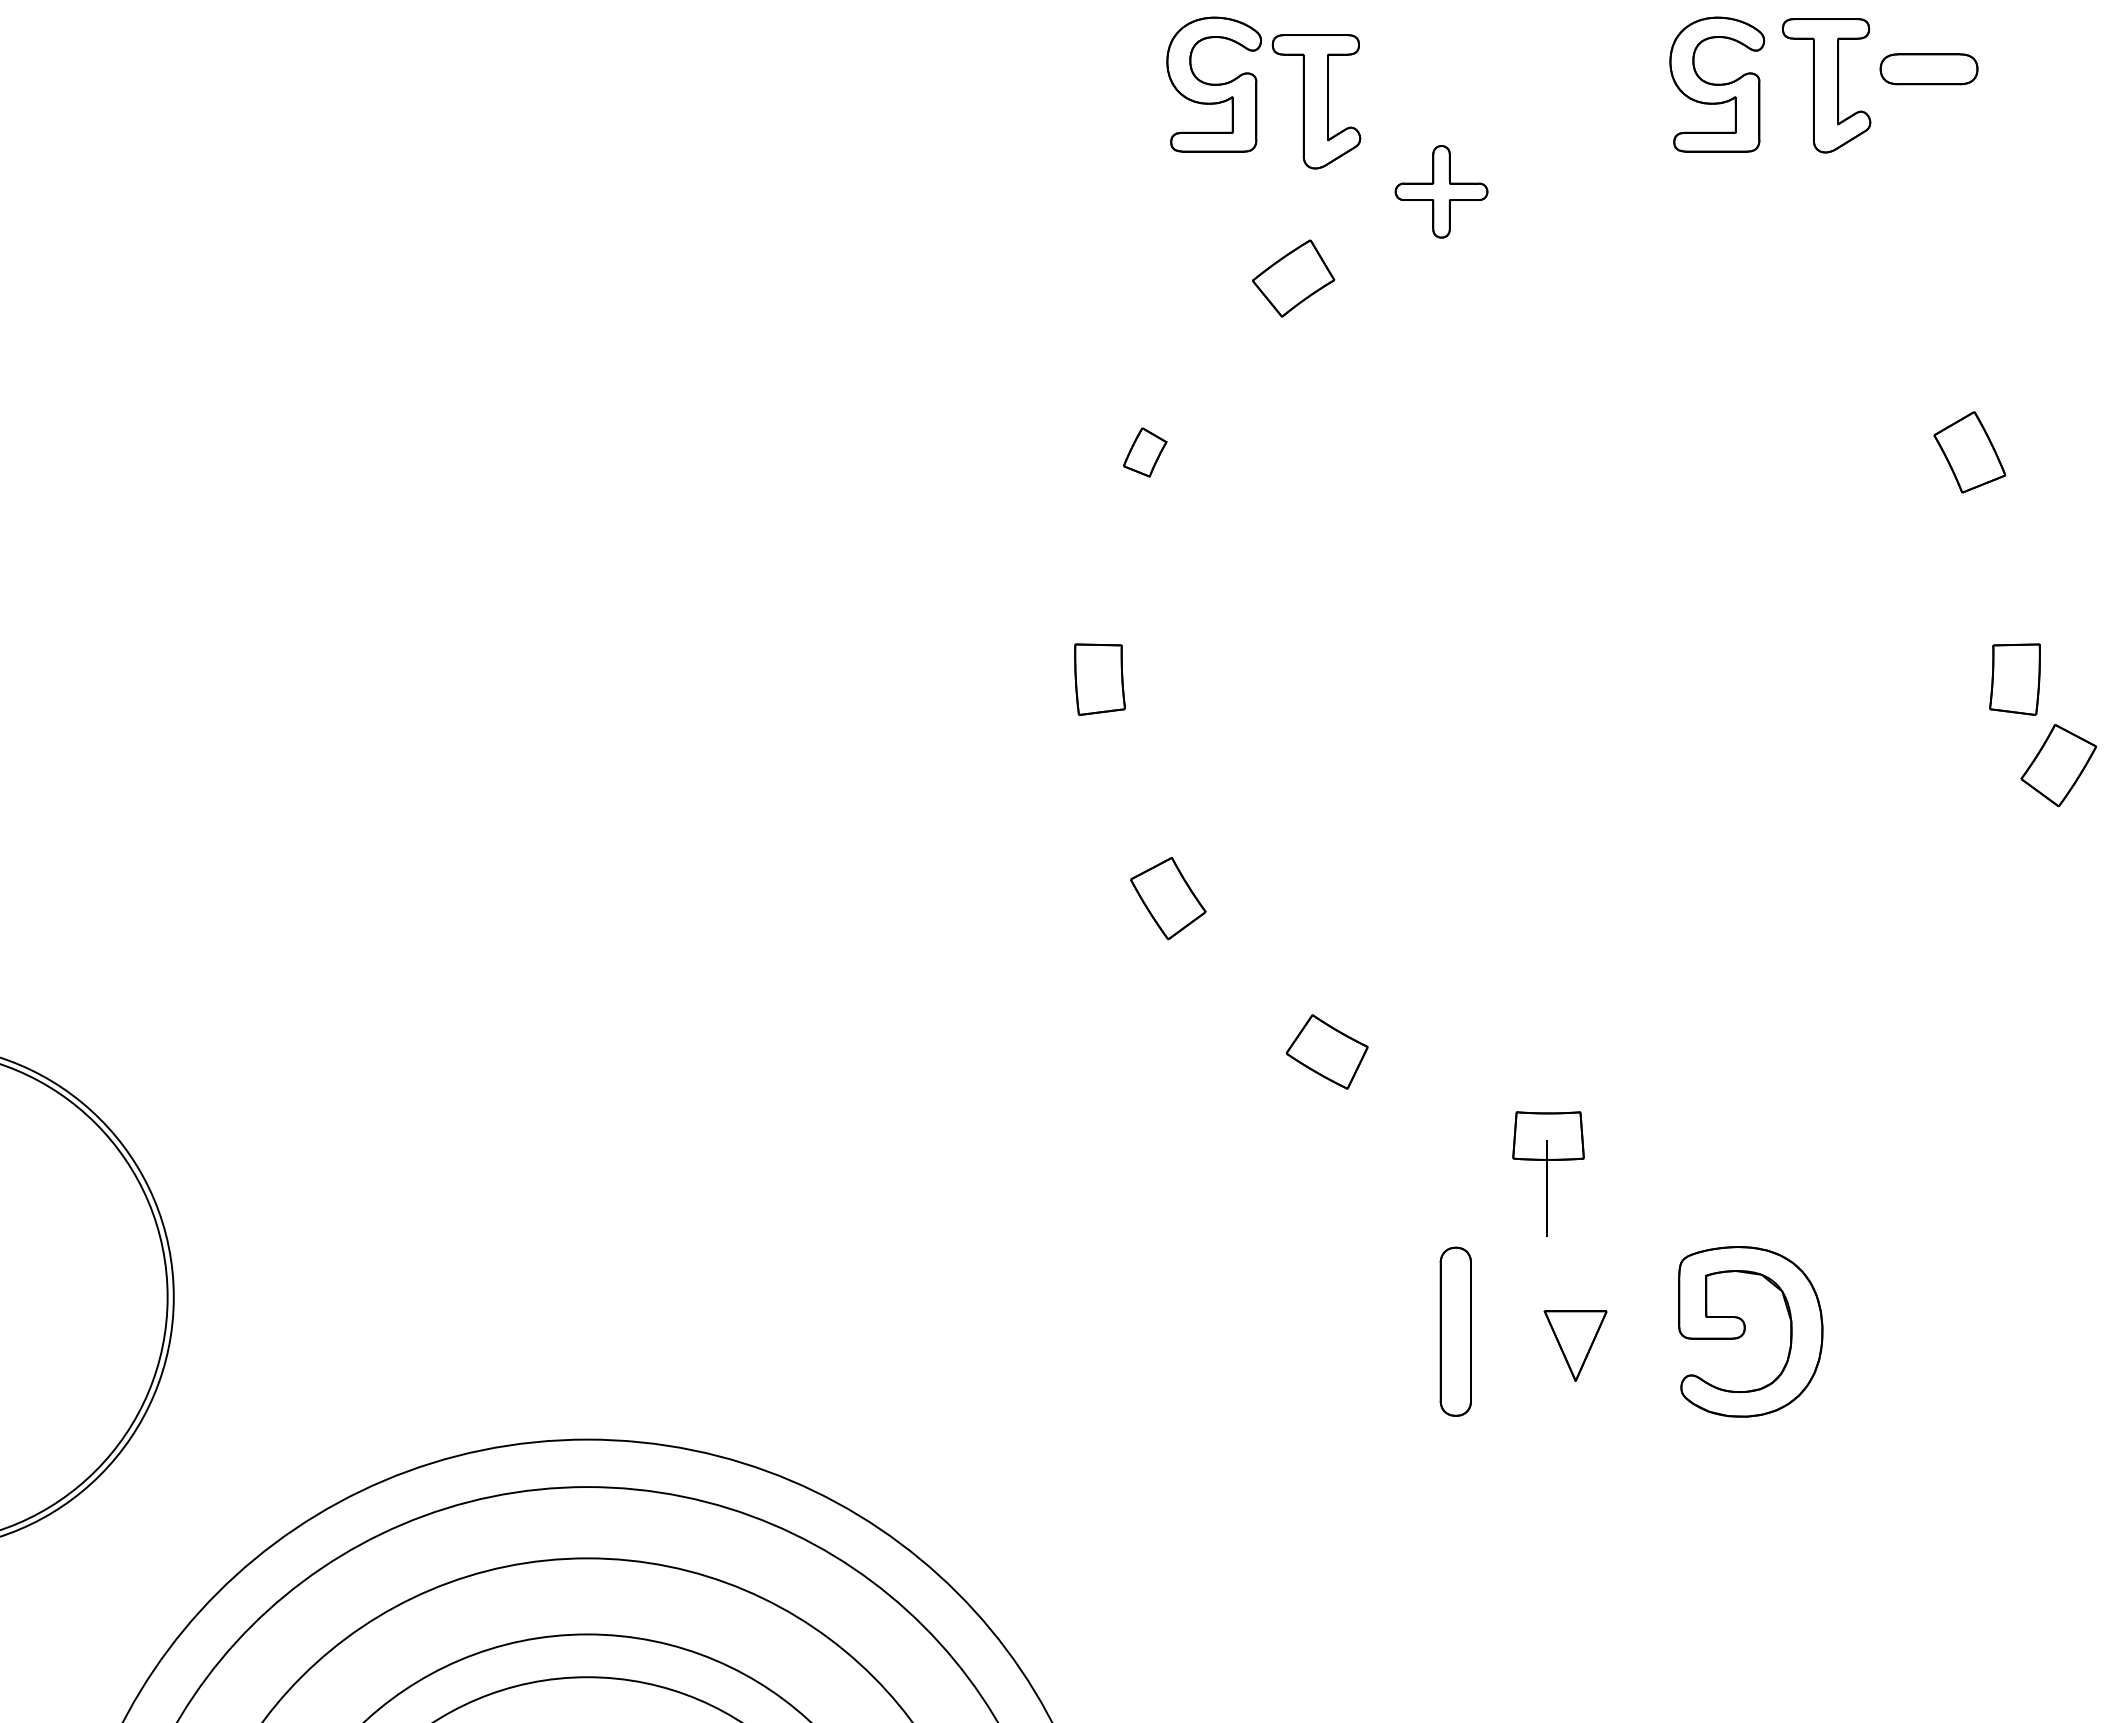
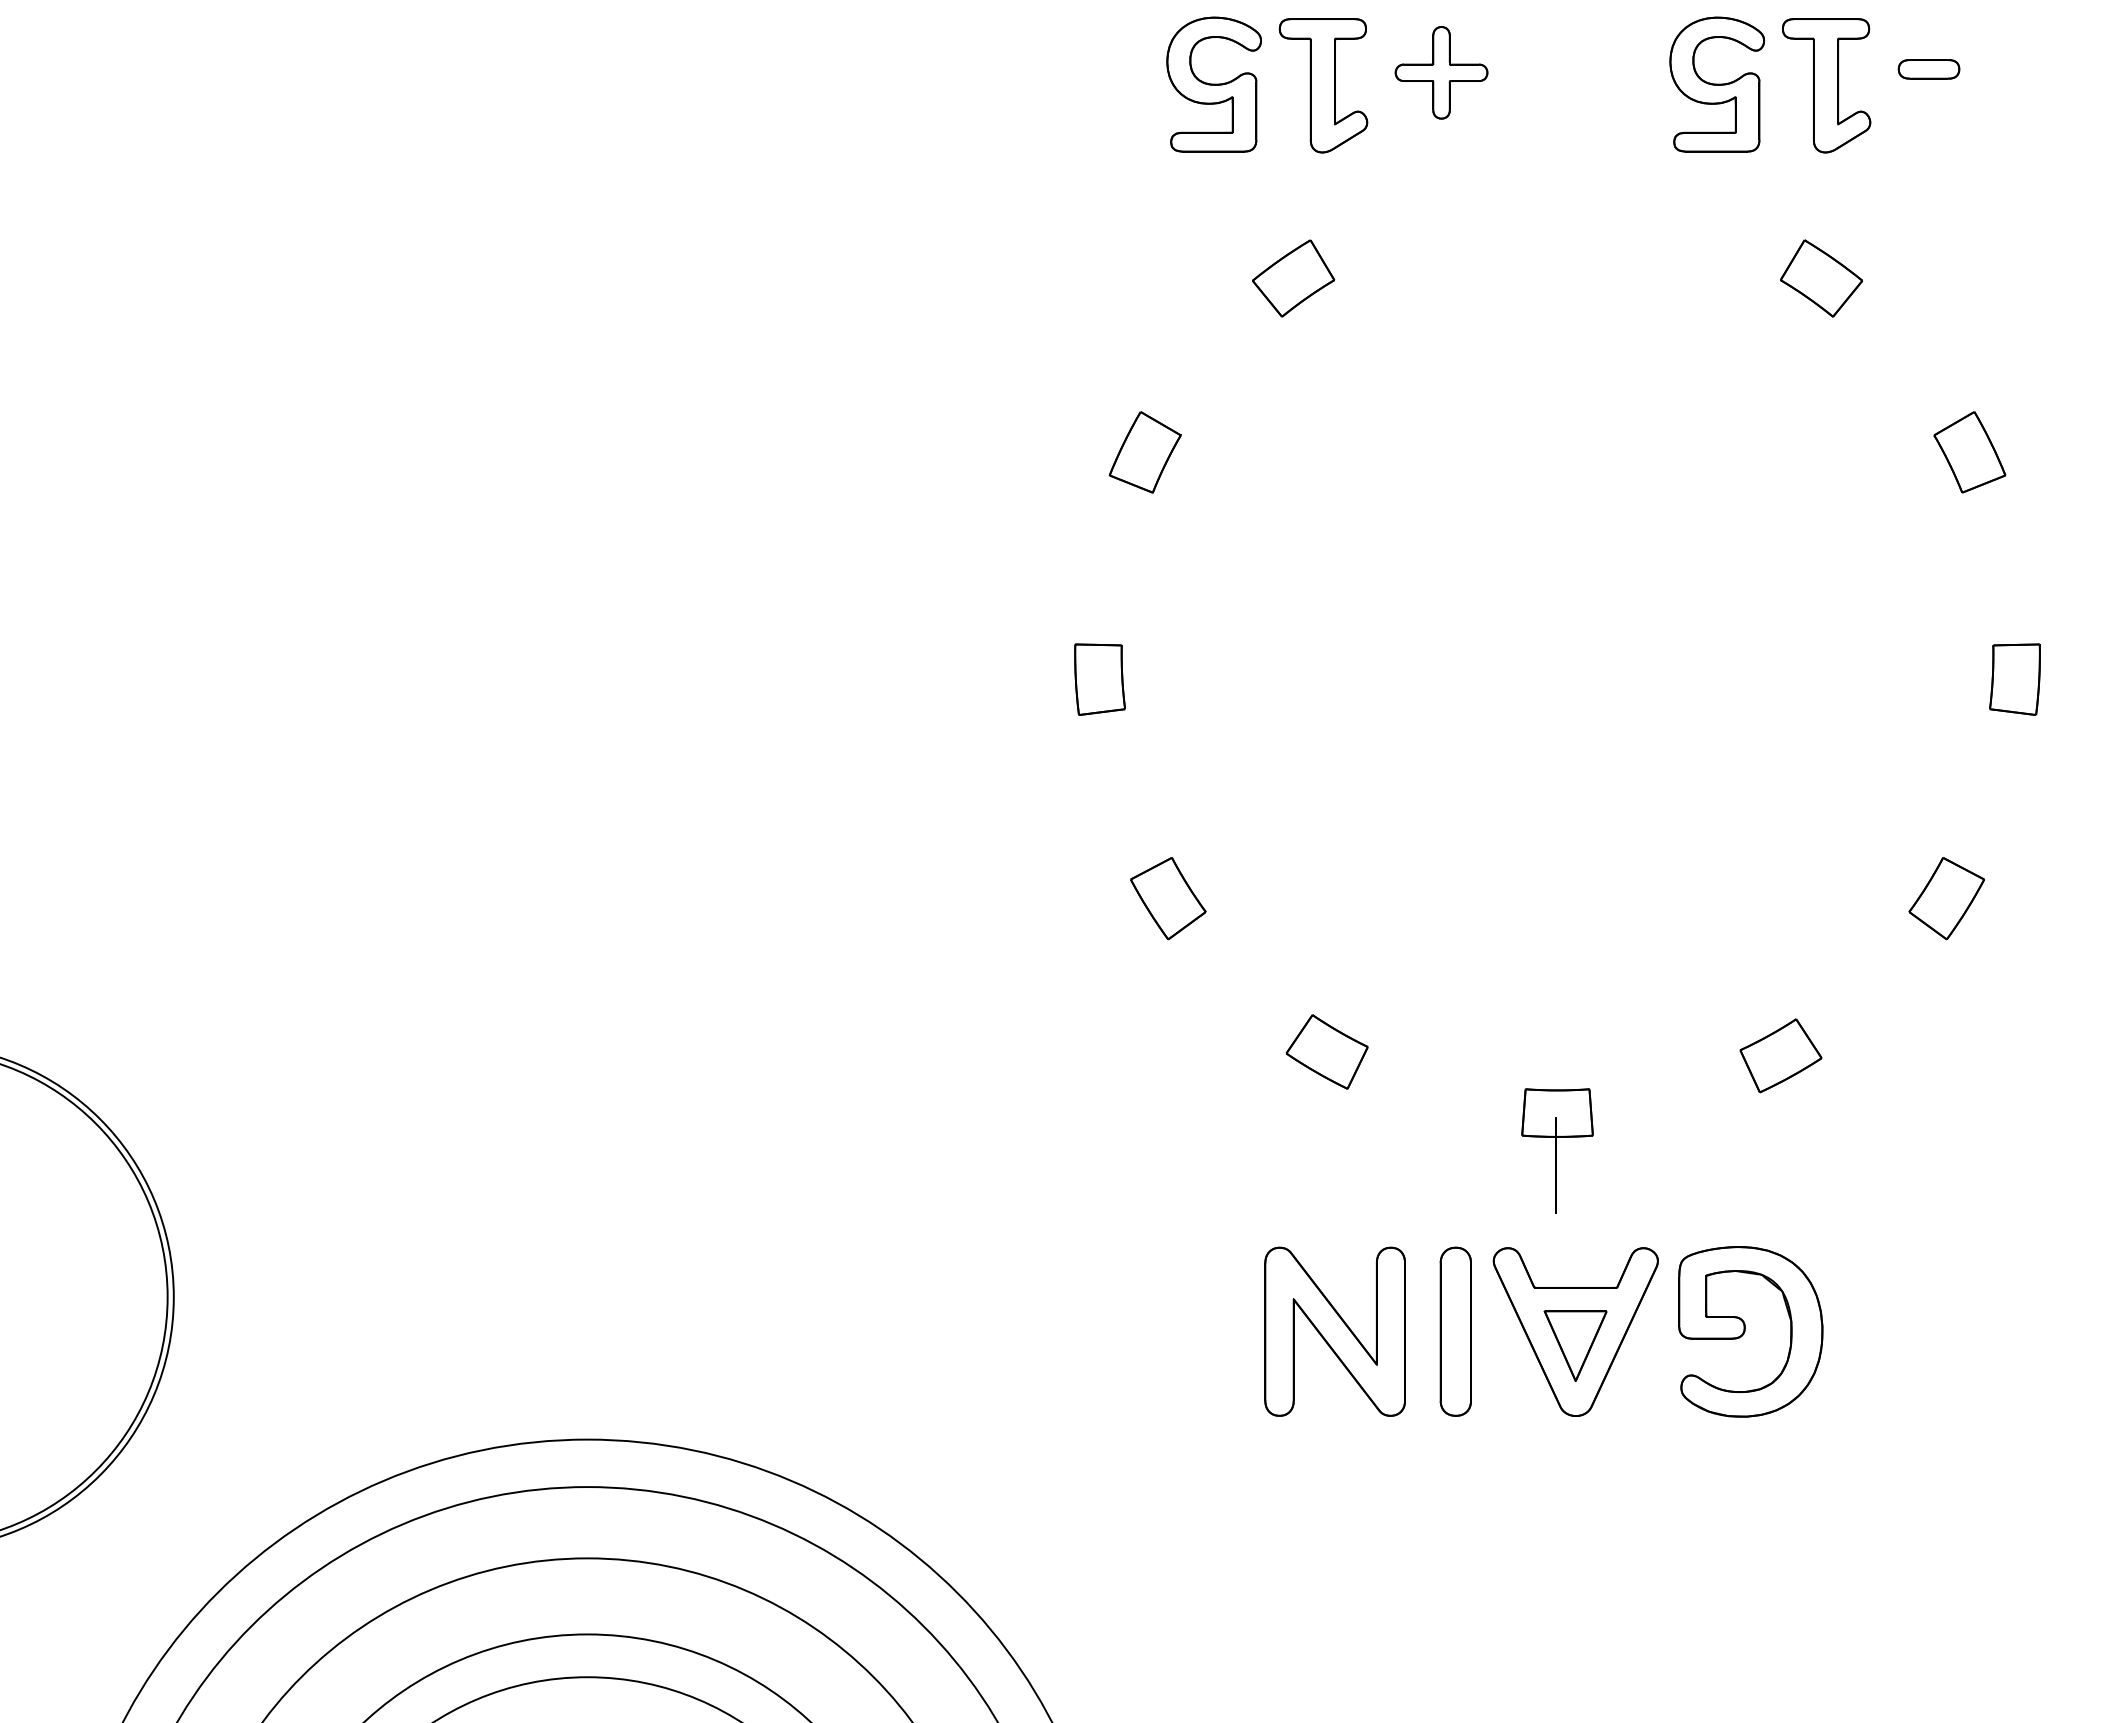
part at (1928, 69) size: 100x33 px -> 64x21 px
part at (1316, 101) position: (1316, 101) -> (1323, 85)
part at (1441, 191) position: (1441, 191) -> (1441, 72)
part at (1821, 278): none -> present
part at (1145, 452) size: 45x51 px -> 74x83 px
part at (2058, 765) position: (2058, 765) -> (1946, 898)
part at (1780, 1055): none -> present
part at (1548, 1173) position: (1548, 1173) -> (1557, 1150)
part at (1334, 1331): none -> present
part at (1575, 1331): none -> present
